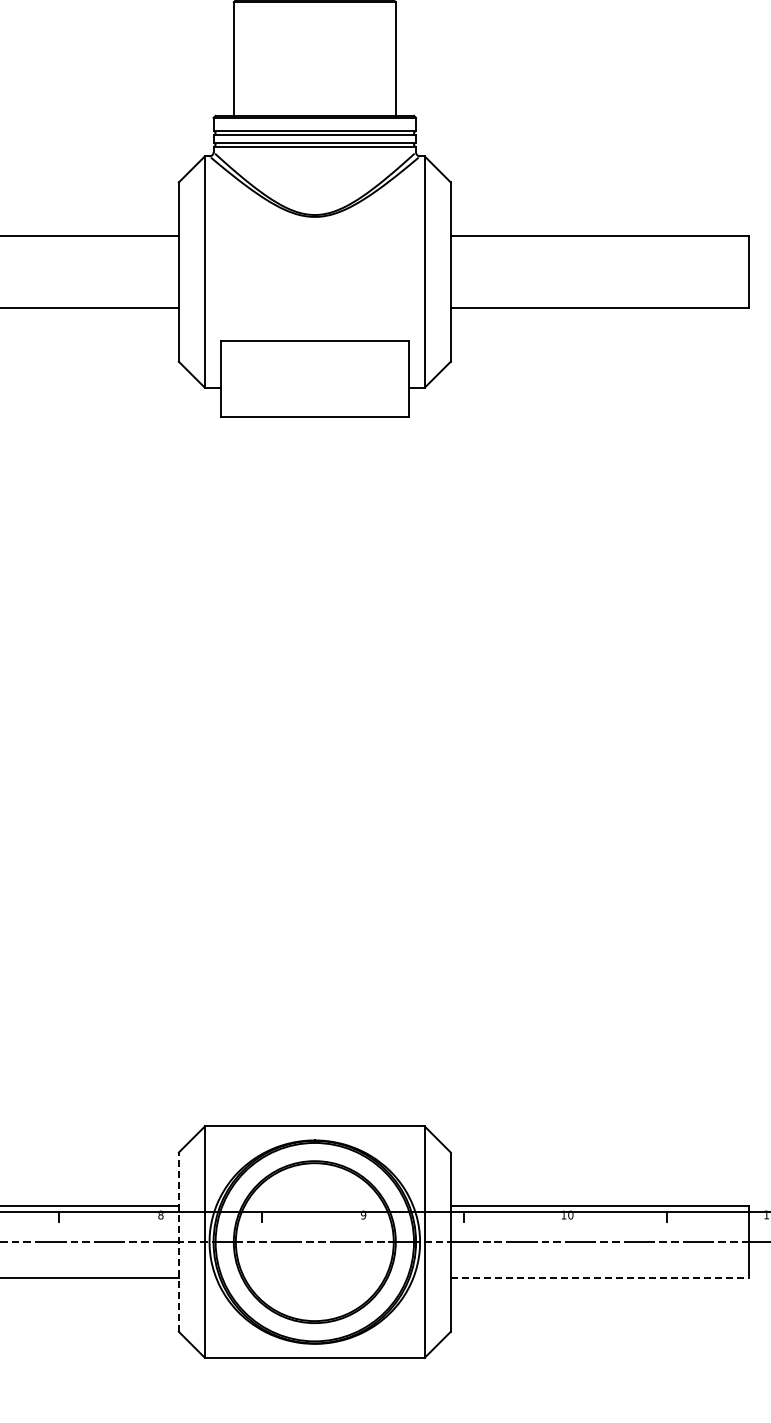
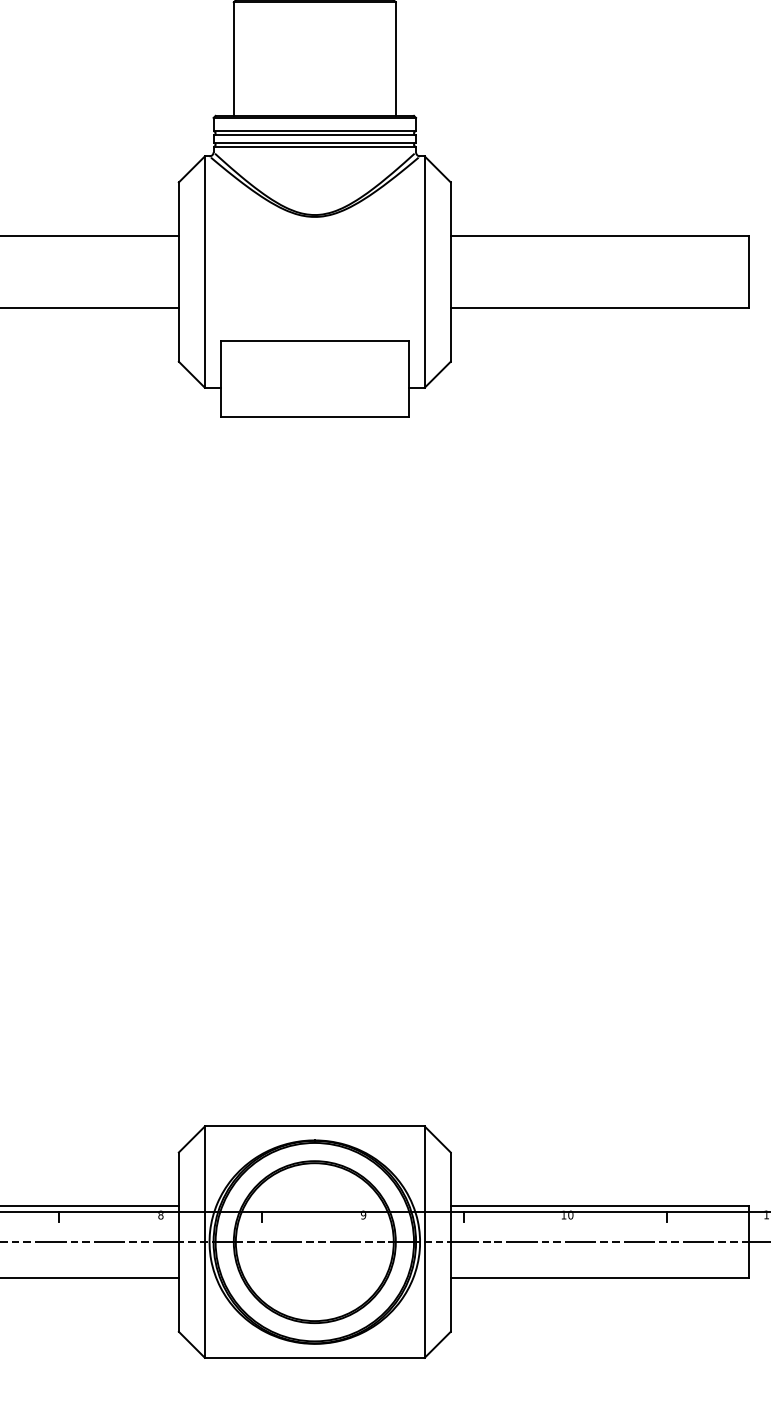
line at (178, 1242): dashed -> solid
line at (599, 1278): dashed -> solid
